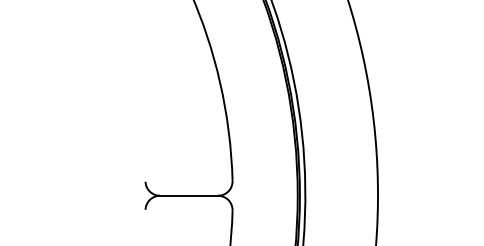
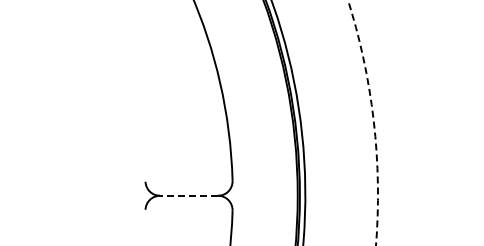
arc at (373, 122): solid -> dashed
line at (188, 195): solid -> dashed
